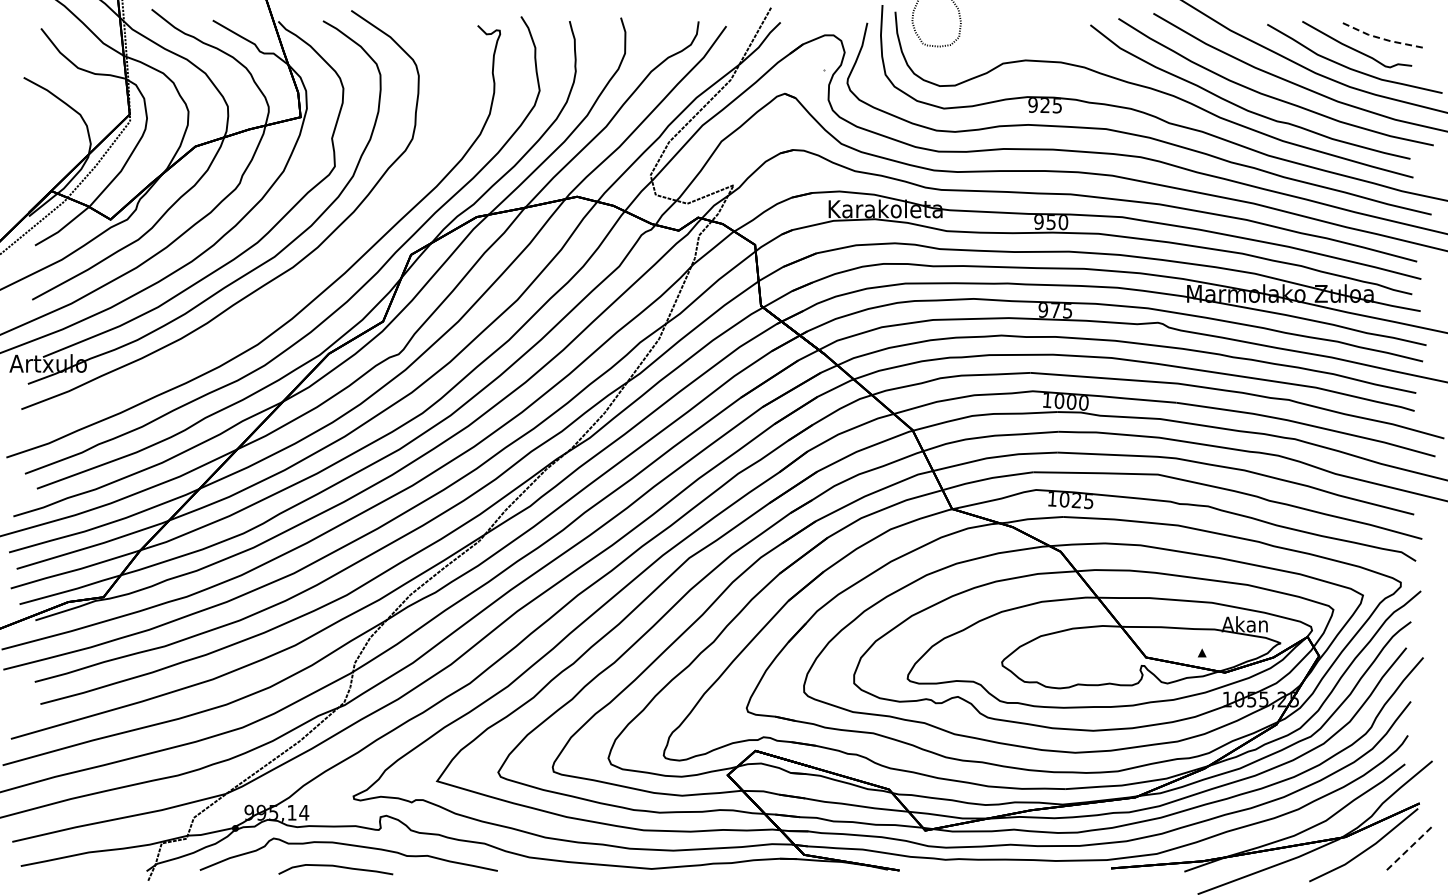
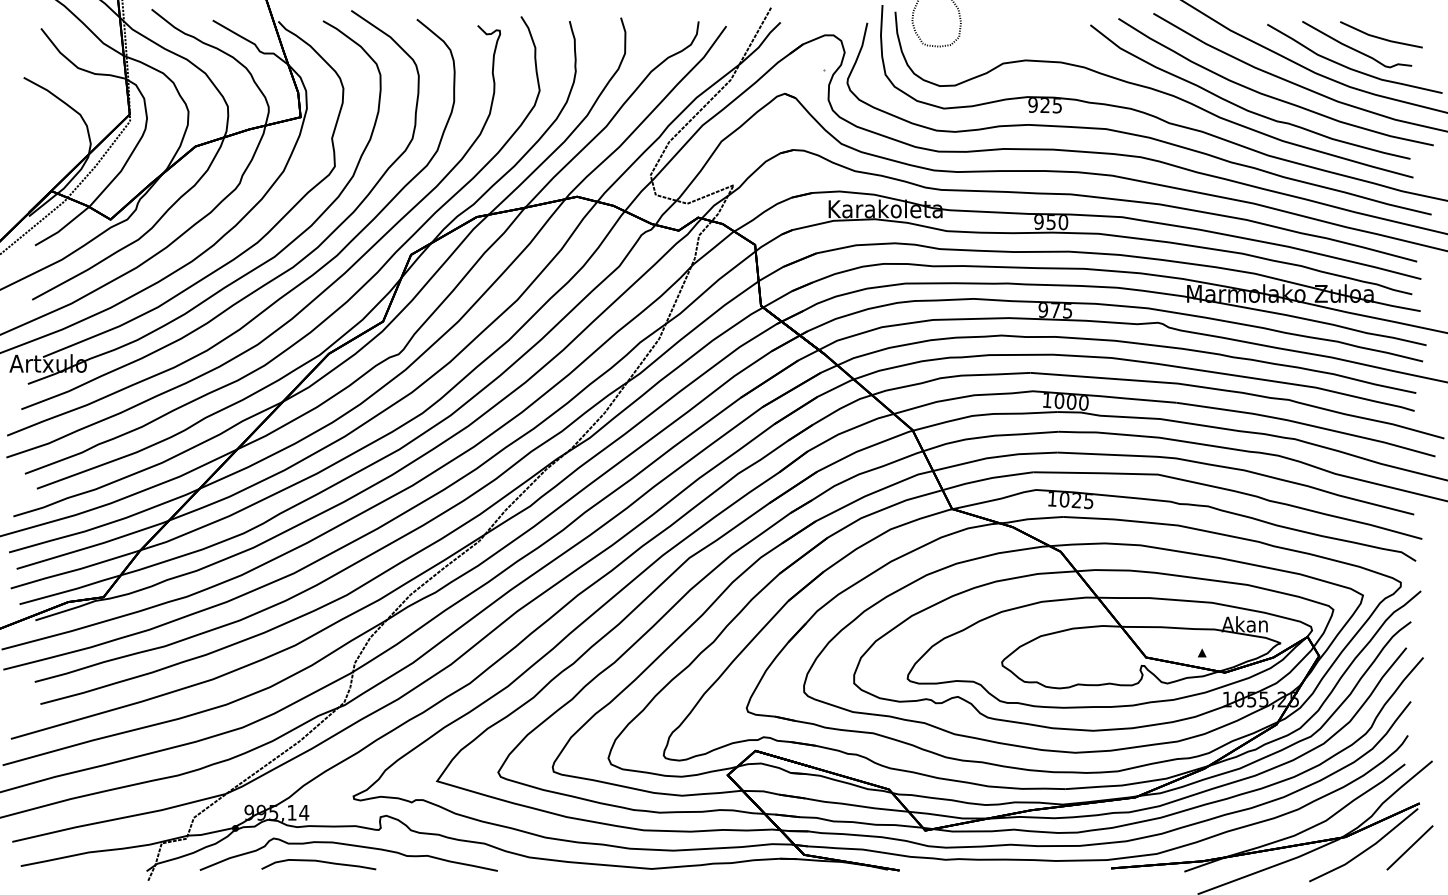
line at (1380, 38): dashed -> solid
curve at (279, 297): none -> present
line at (1410, 847): dashed -> solid
curve at (336, 867) position: (336, 867) -> (319, 862)
